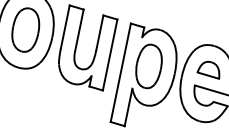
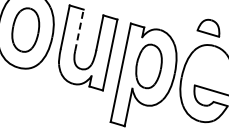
line at (79, 29): solid -> dashed
part at (208, 69) position: (208, 69) -> (208, 27)
